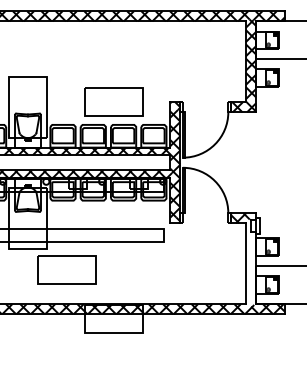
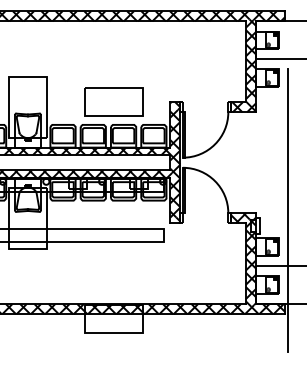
line at (287, 209): none -> present
hatch at (250, 261): none -> present
part at (66, 269): present -> none
